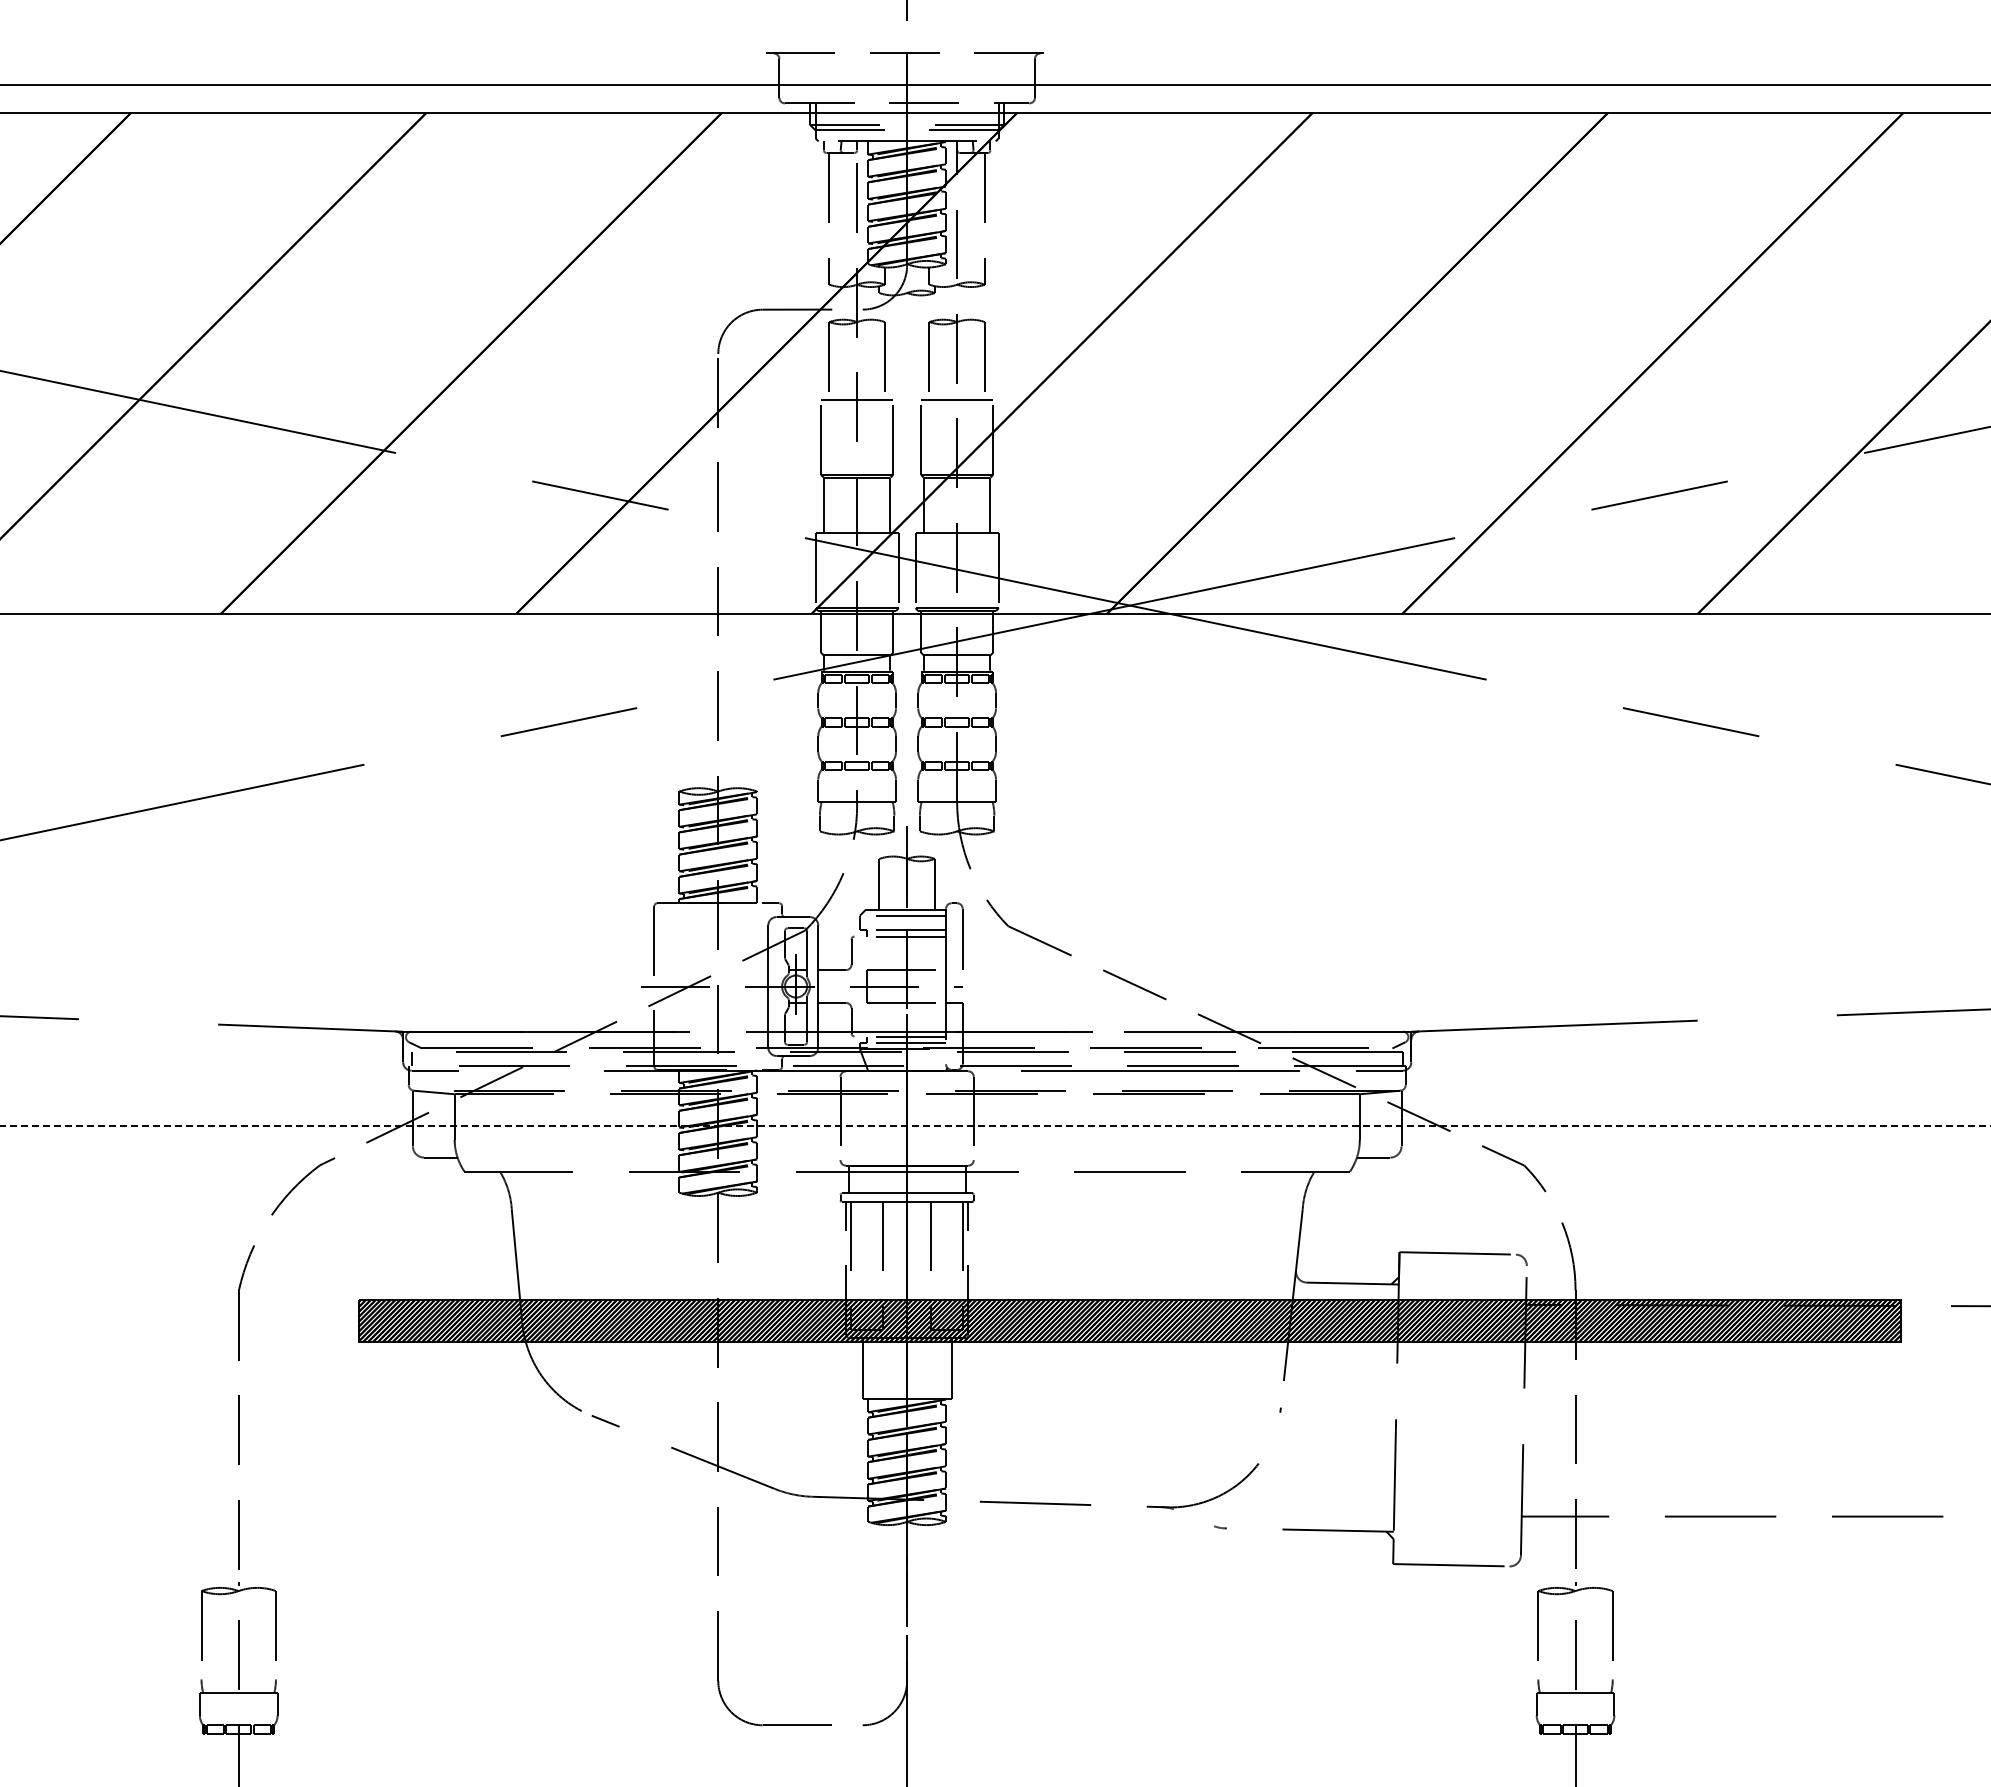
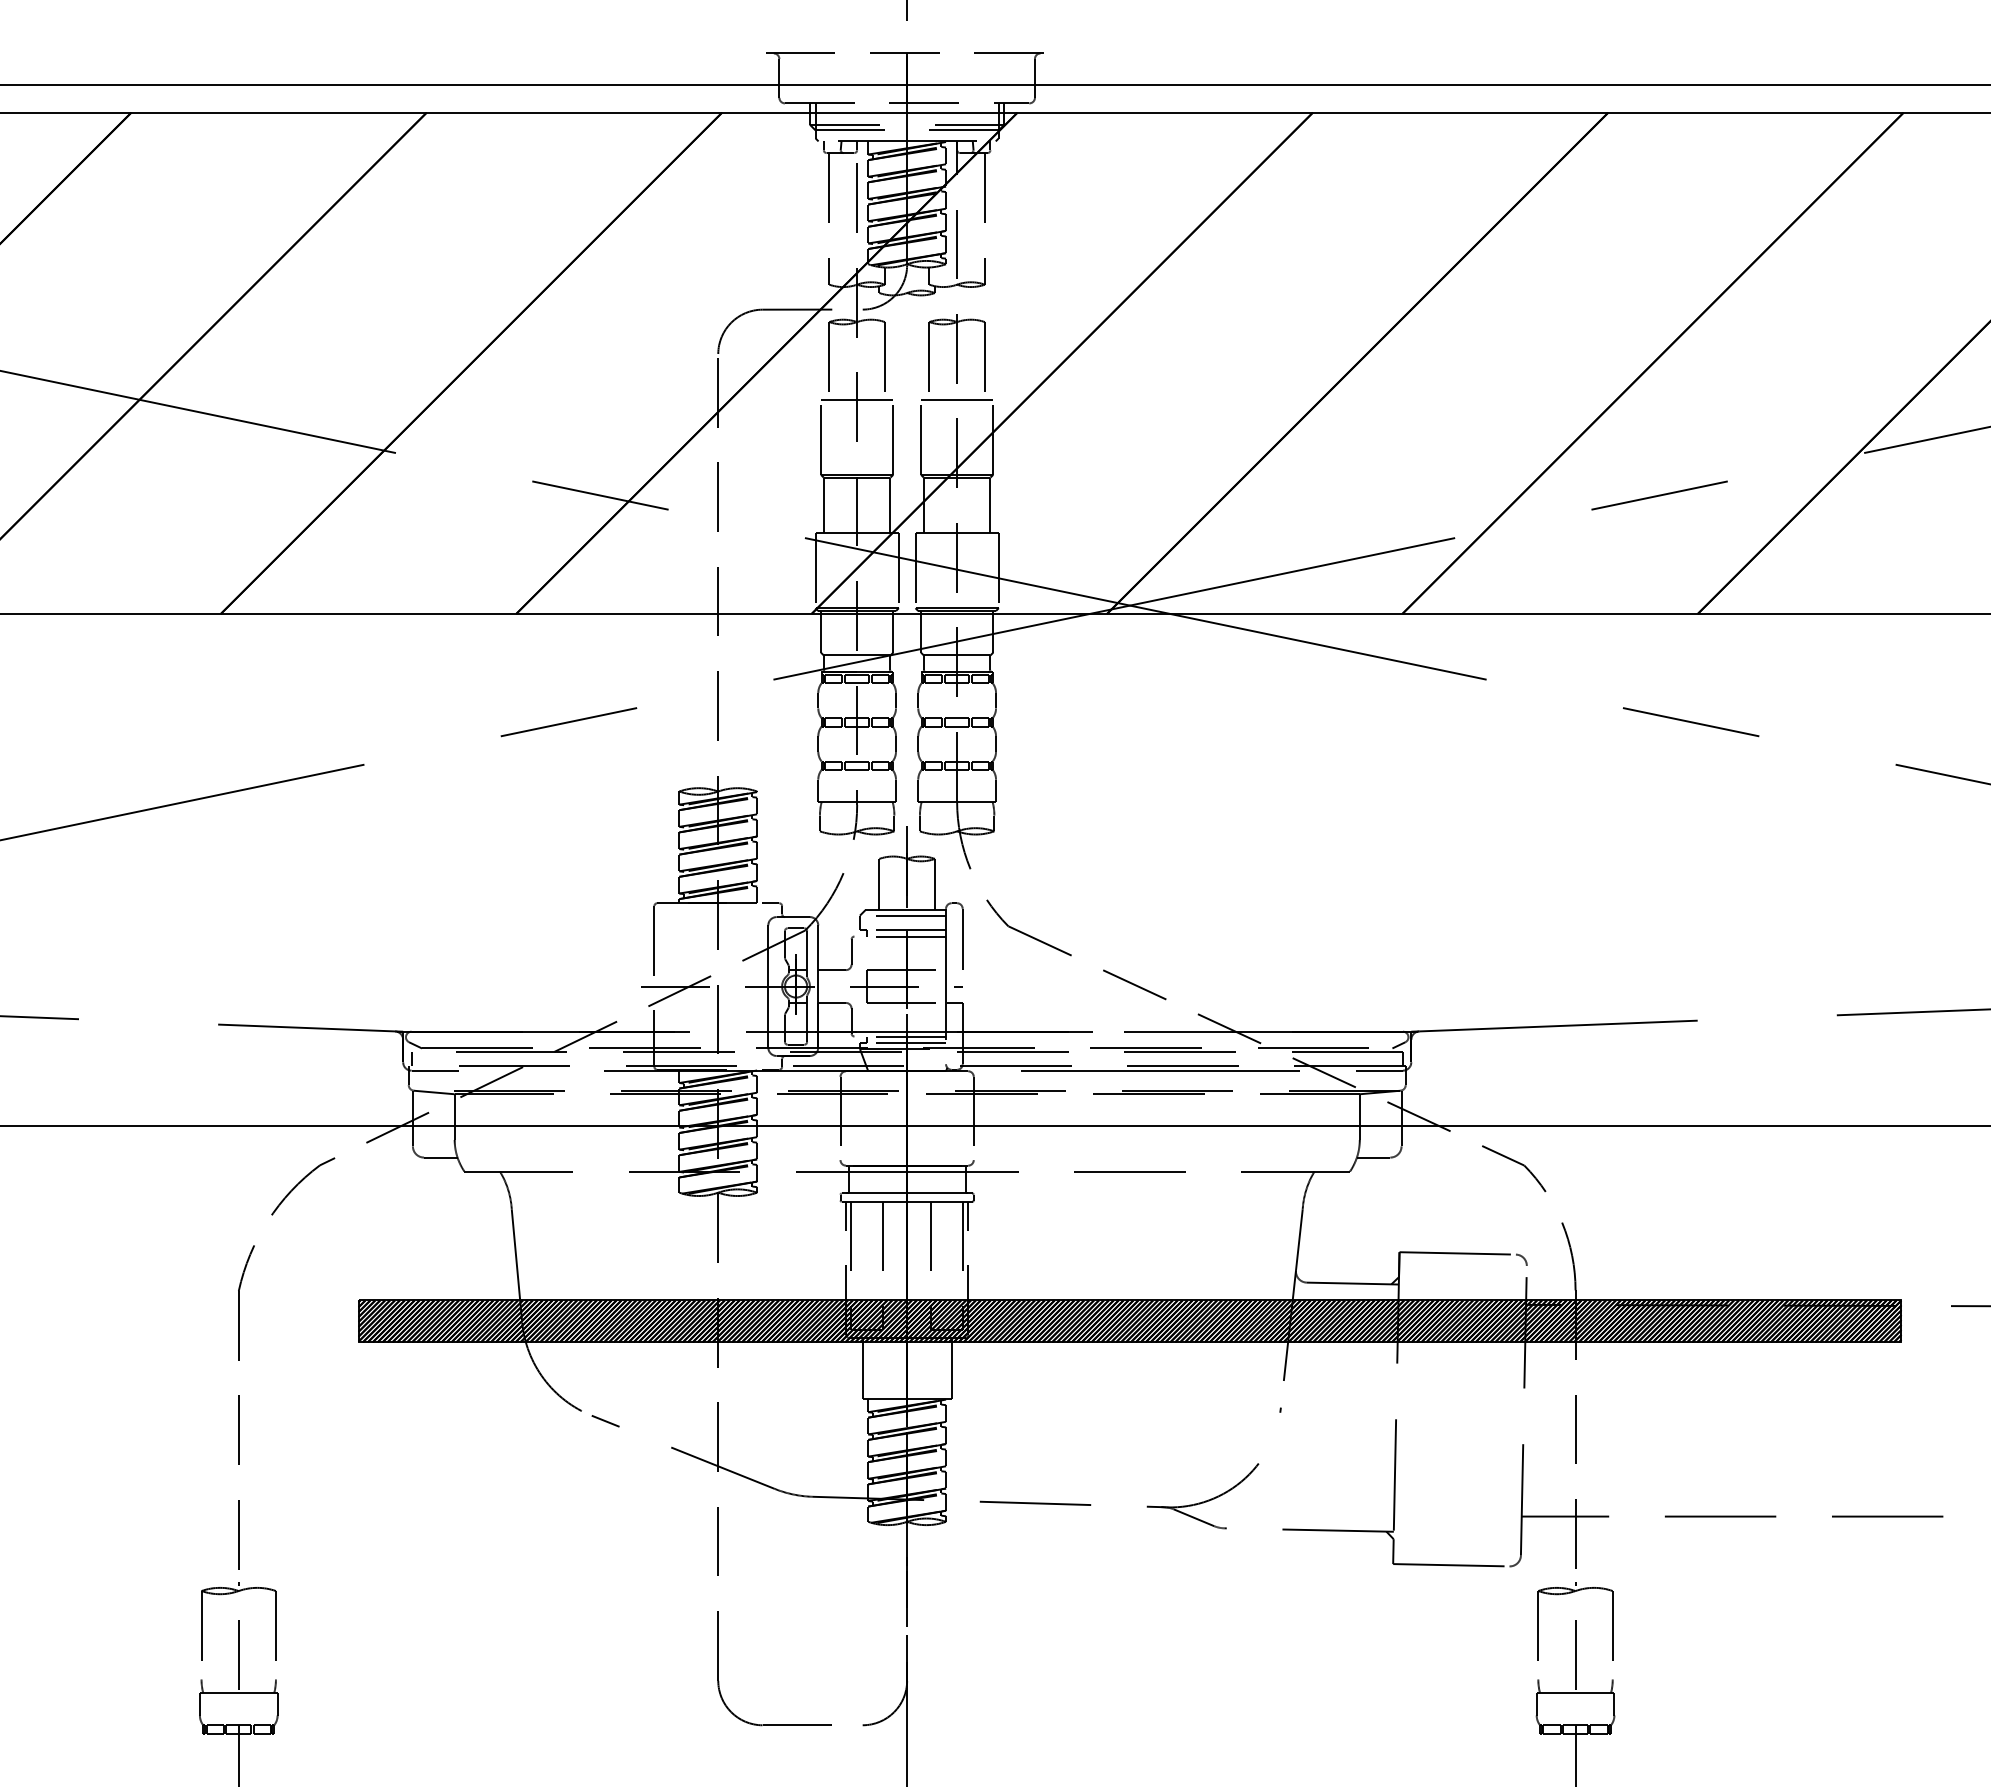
line at (995, 1126): dashed -> solid
line at (1193, 1517): none -> present
